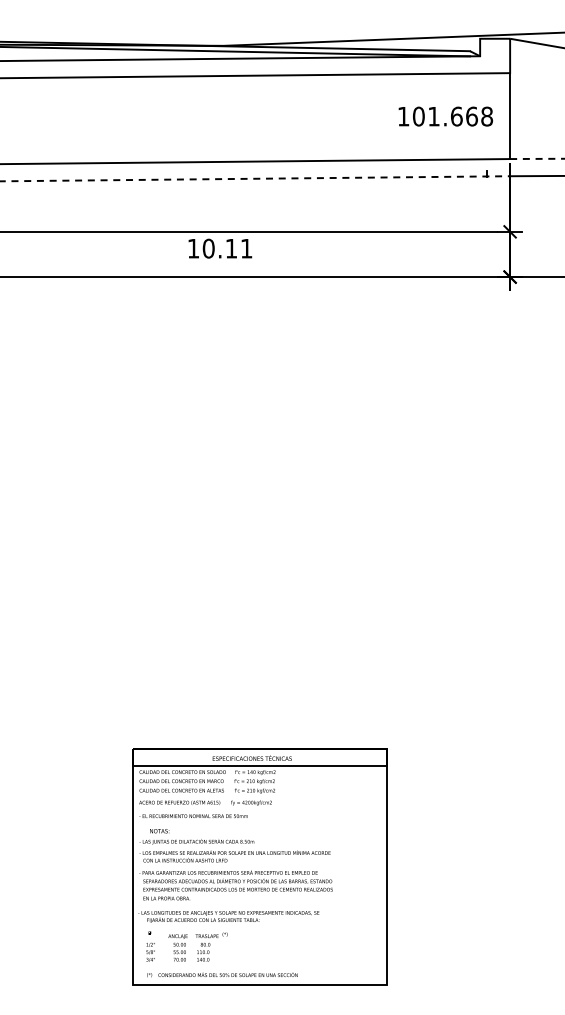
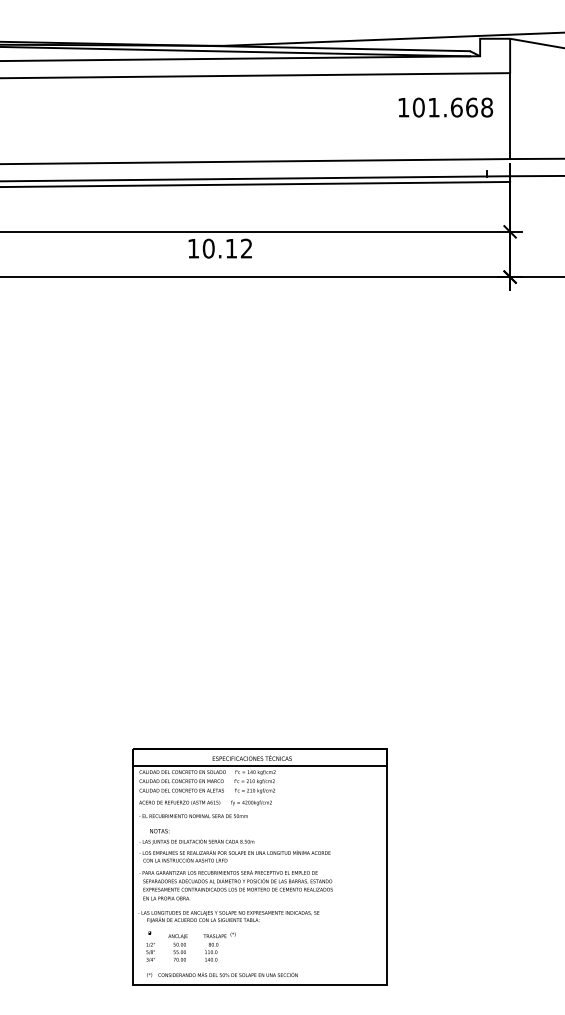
text at (445, 116) position: (445, 116) -> (445, 107)
line at (538, 158): dashed -> solid
line at (255, 178): dashed -> solid
line at (256, 184): none -> present
text at (246, 248): 10.11 -> 10.12
text at (211, 946) position: (211, 946) -> (219, 946)
